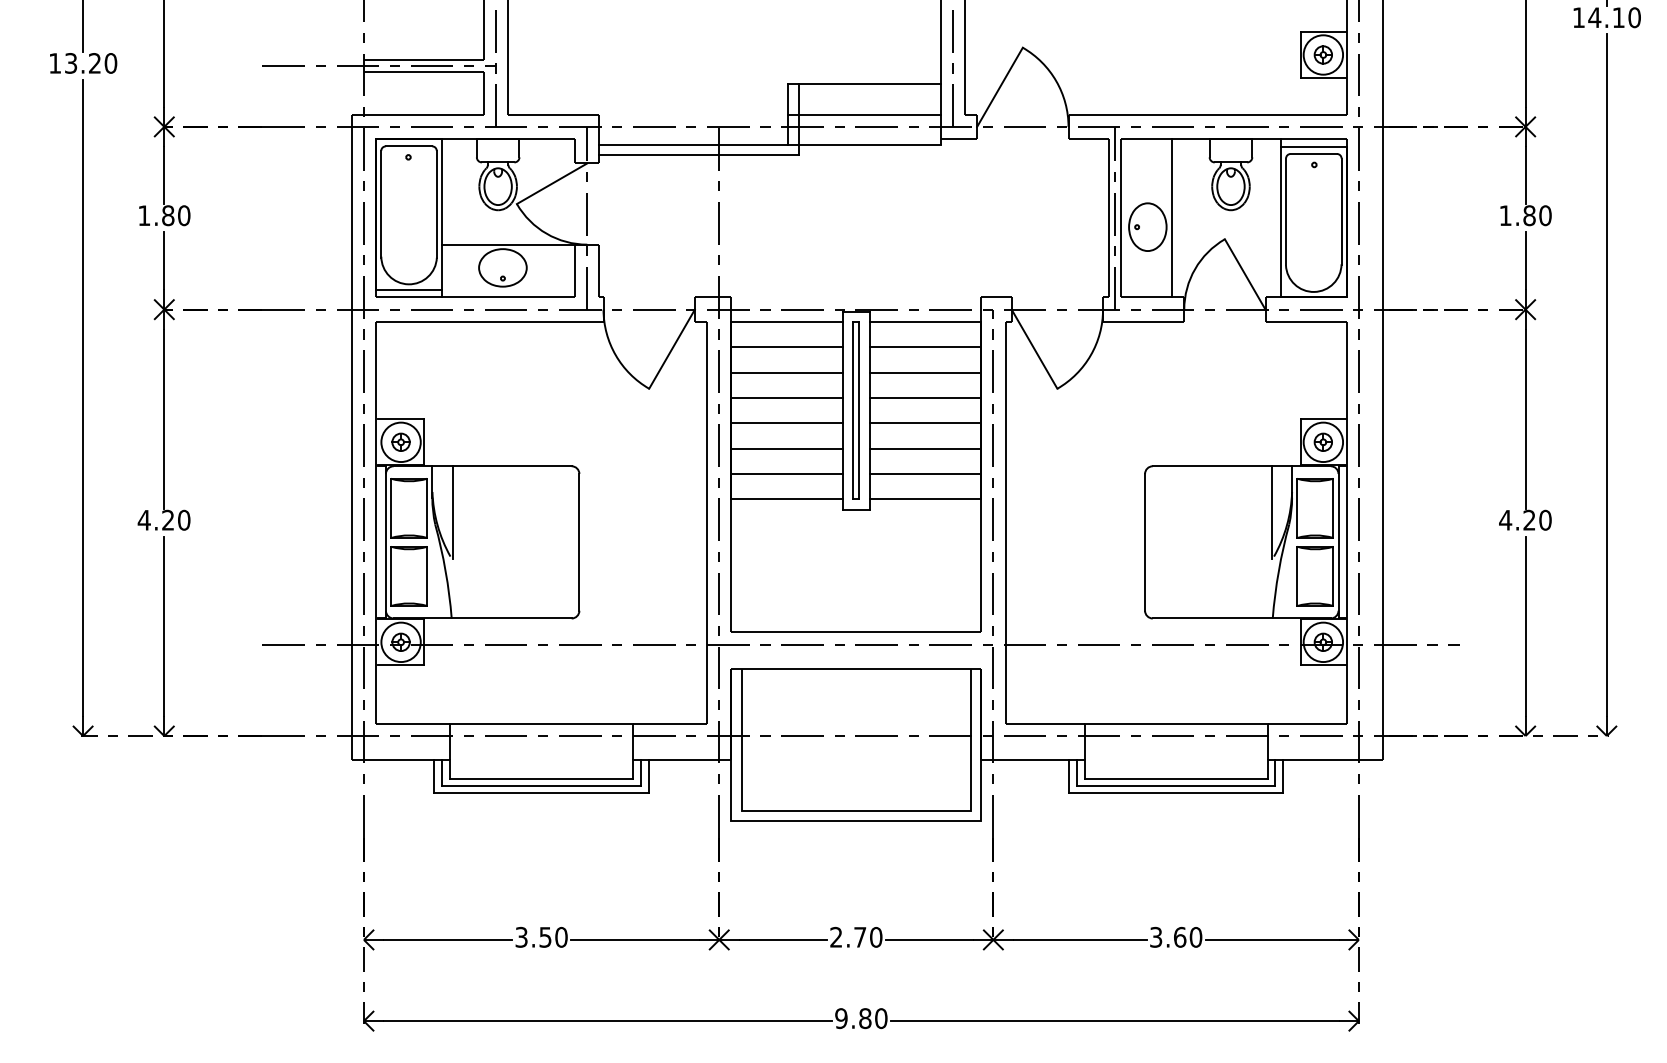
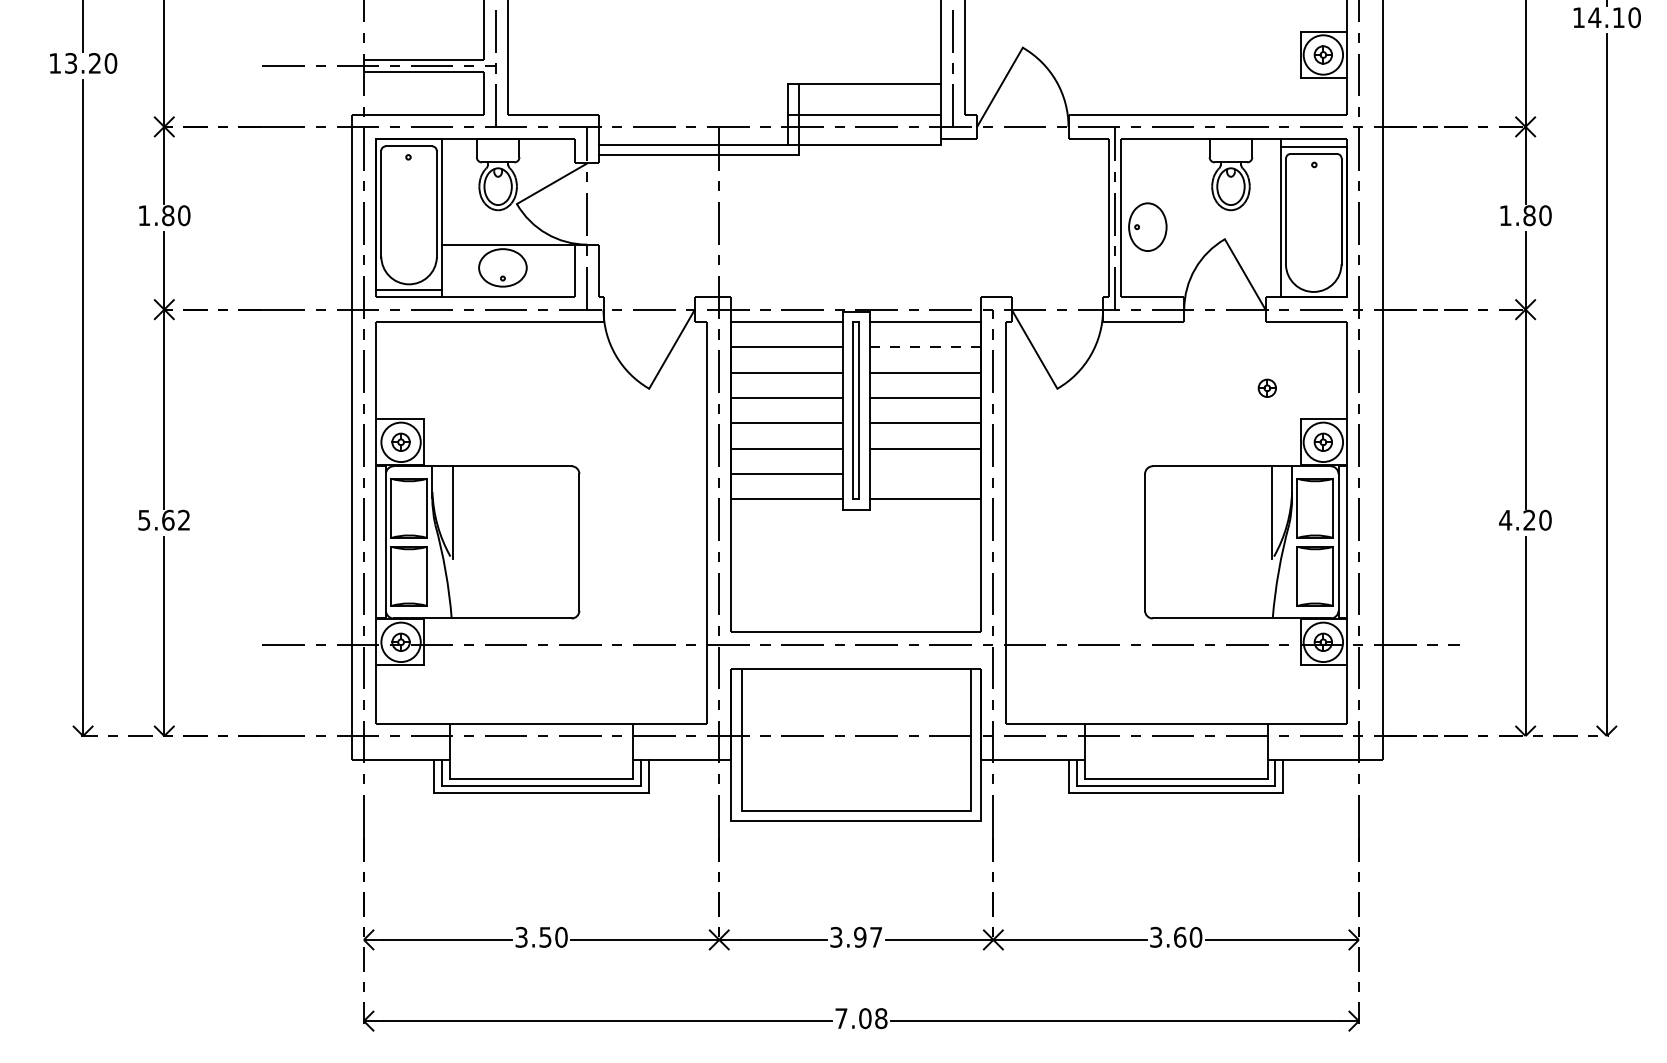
line at (1172, 218): present -> none
line at (925, 347): solid -> dashed
part at (1266, 387): none -> present
line at (925, 474): present -> none
text at (163, 519): 4.20 -> 5.62
text at (856, 936): 2.70 -> 3.97
text at (861, 1018): 9.80 -> 7.08
